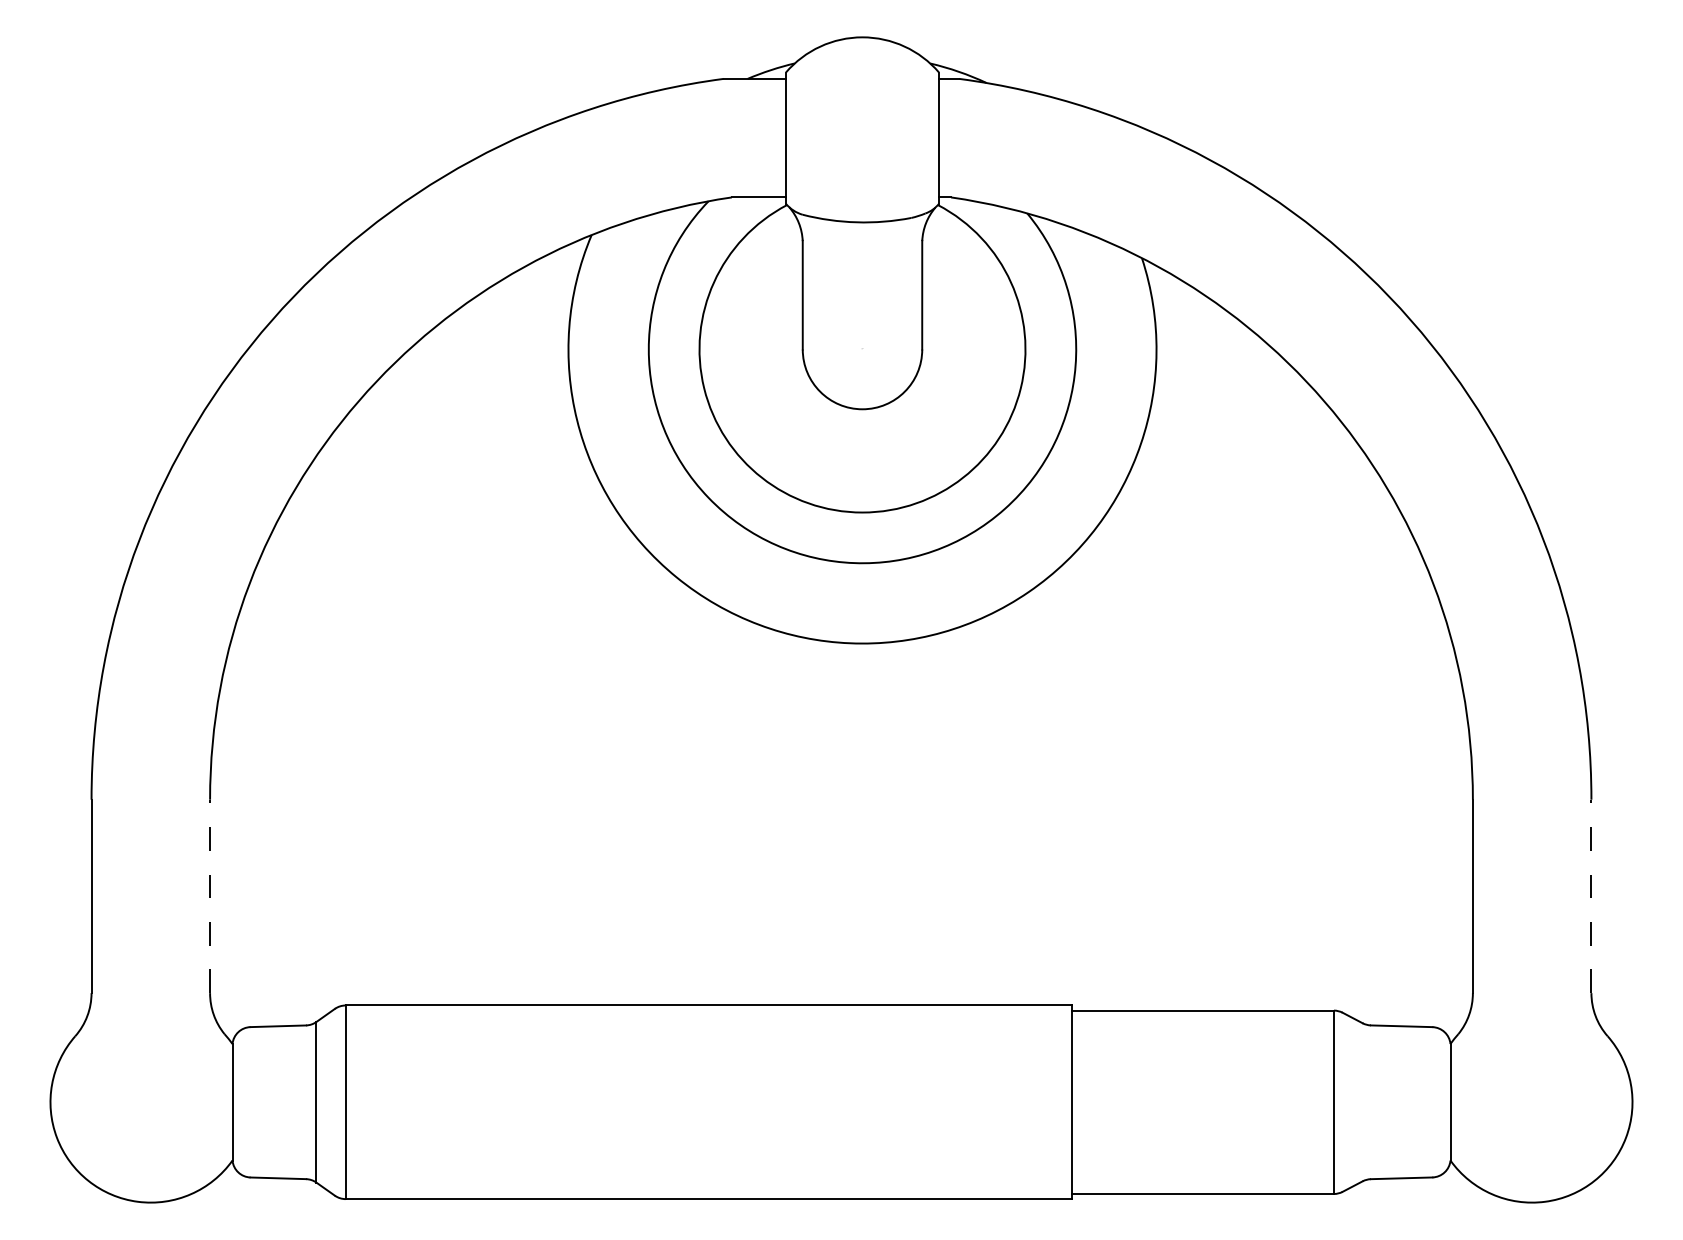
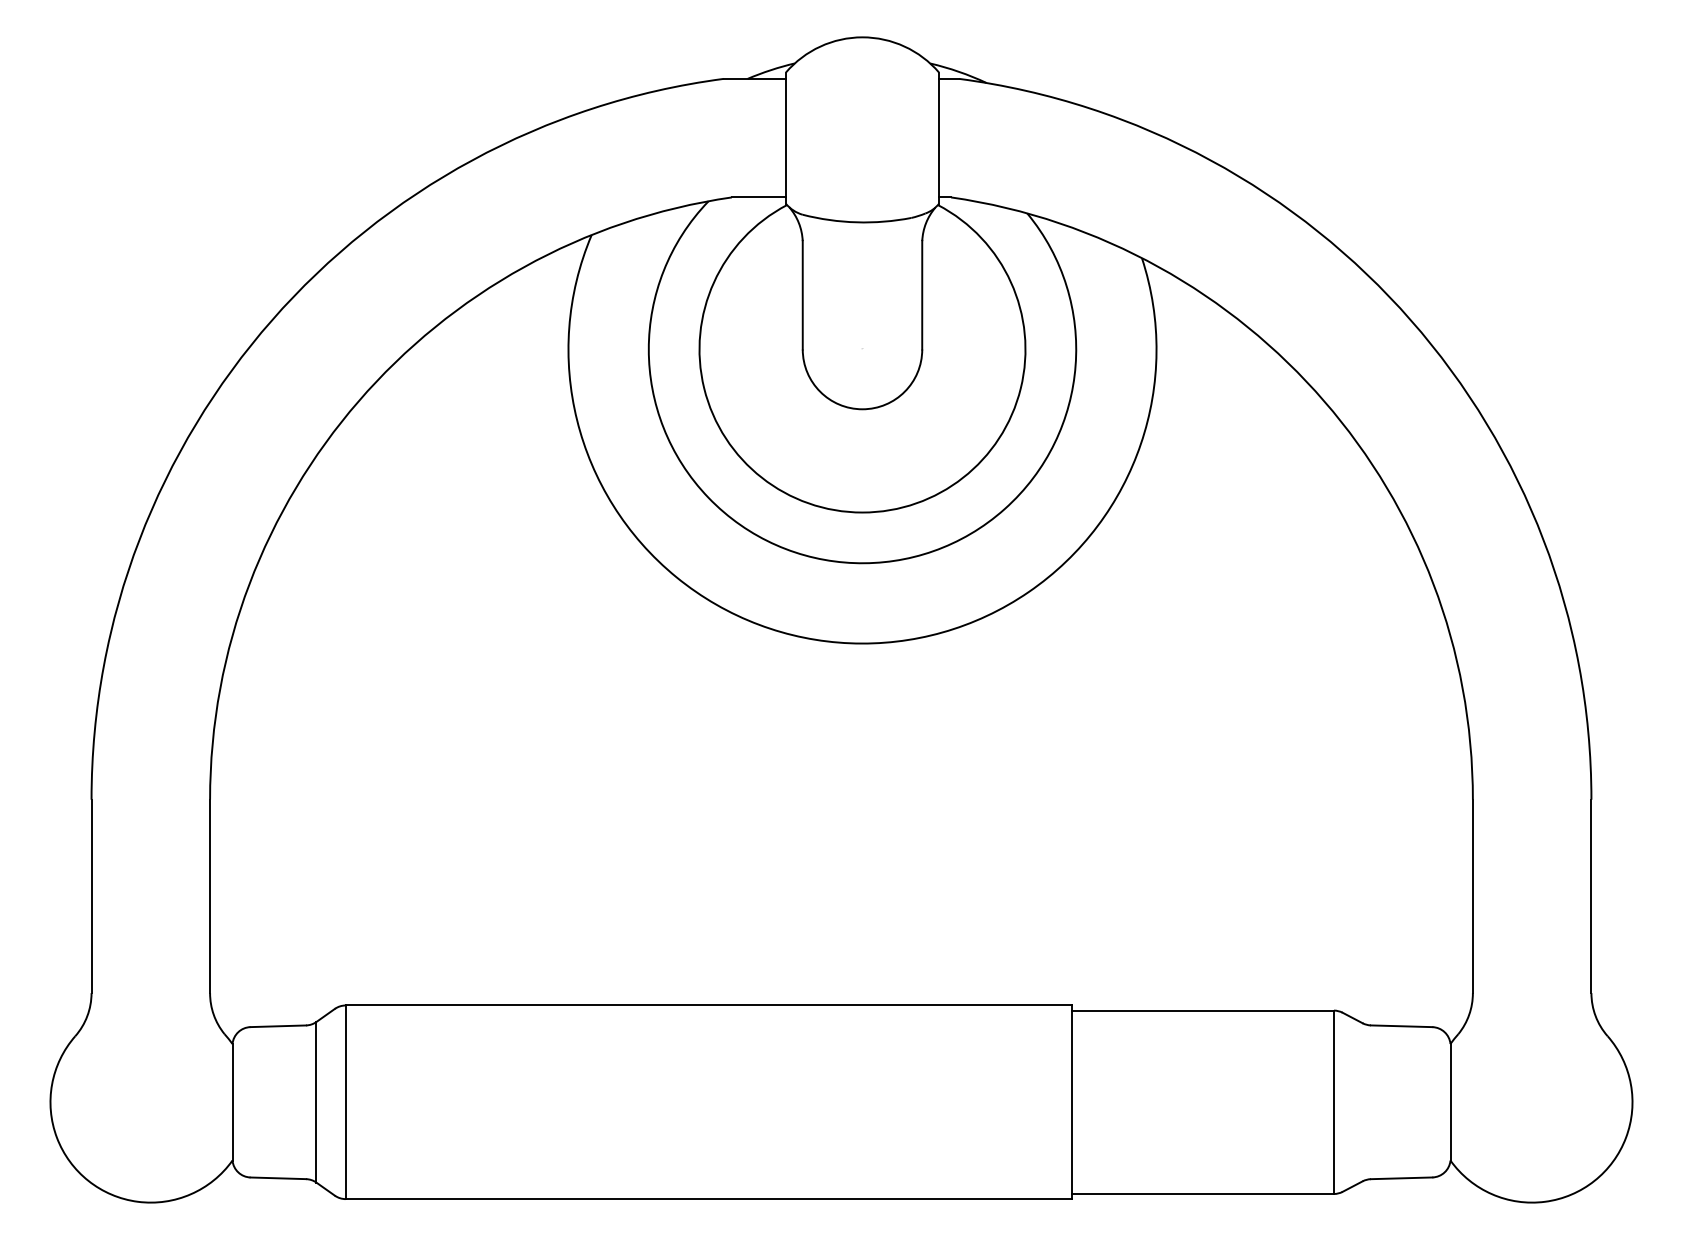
line at (210, 896): dashed -> solid
line at (1591, 896): dashed -> solid
